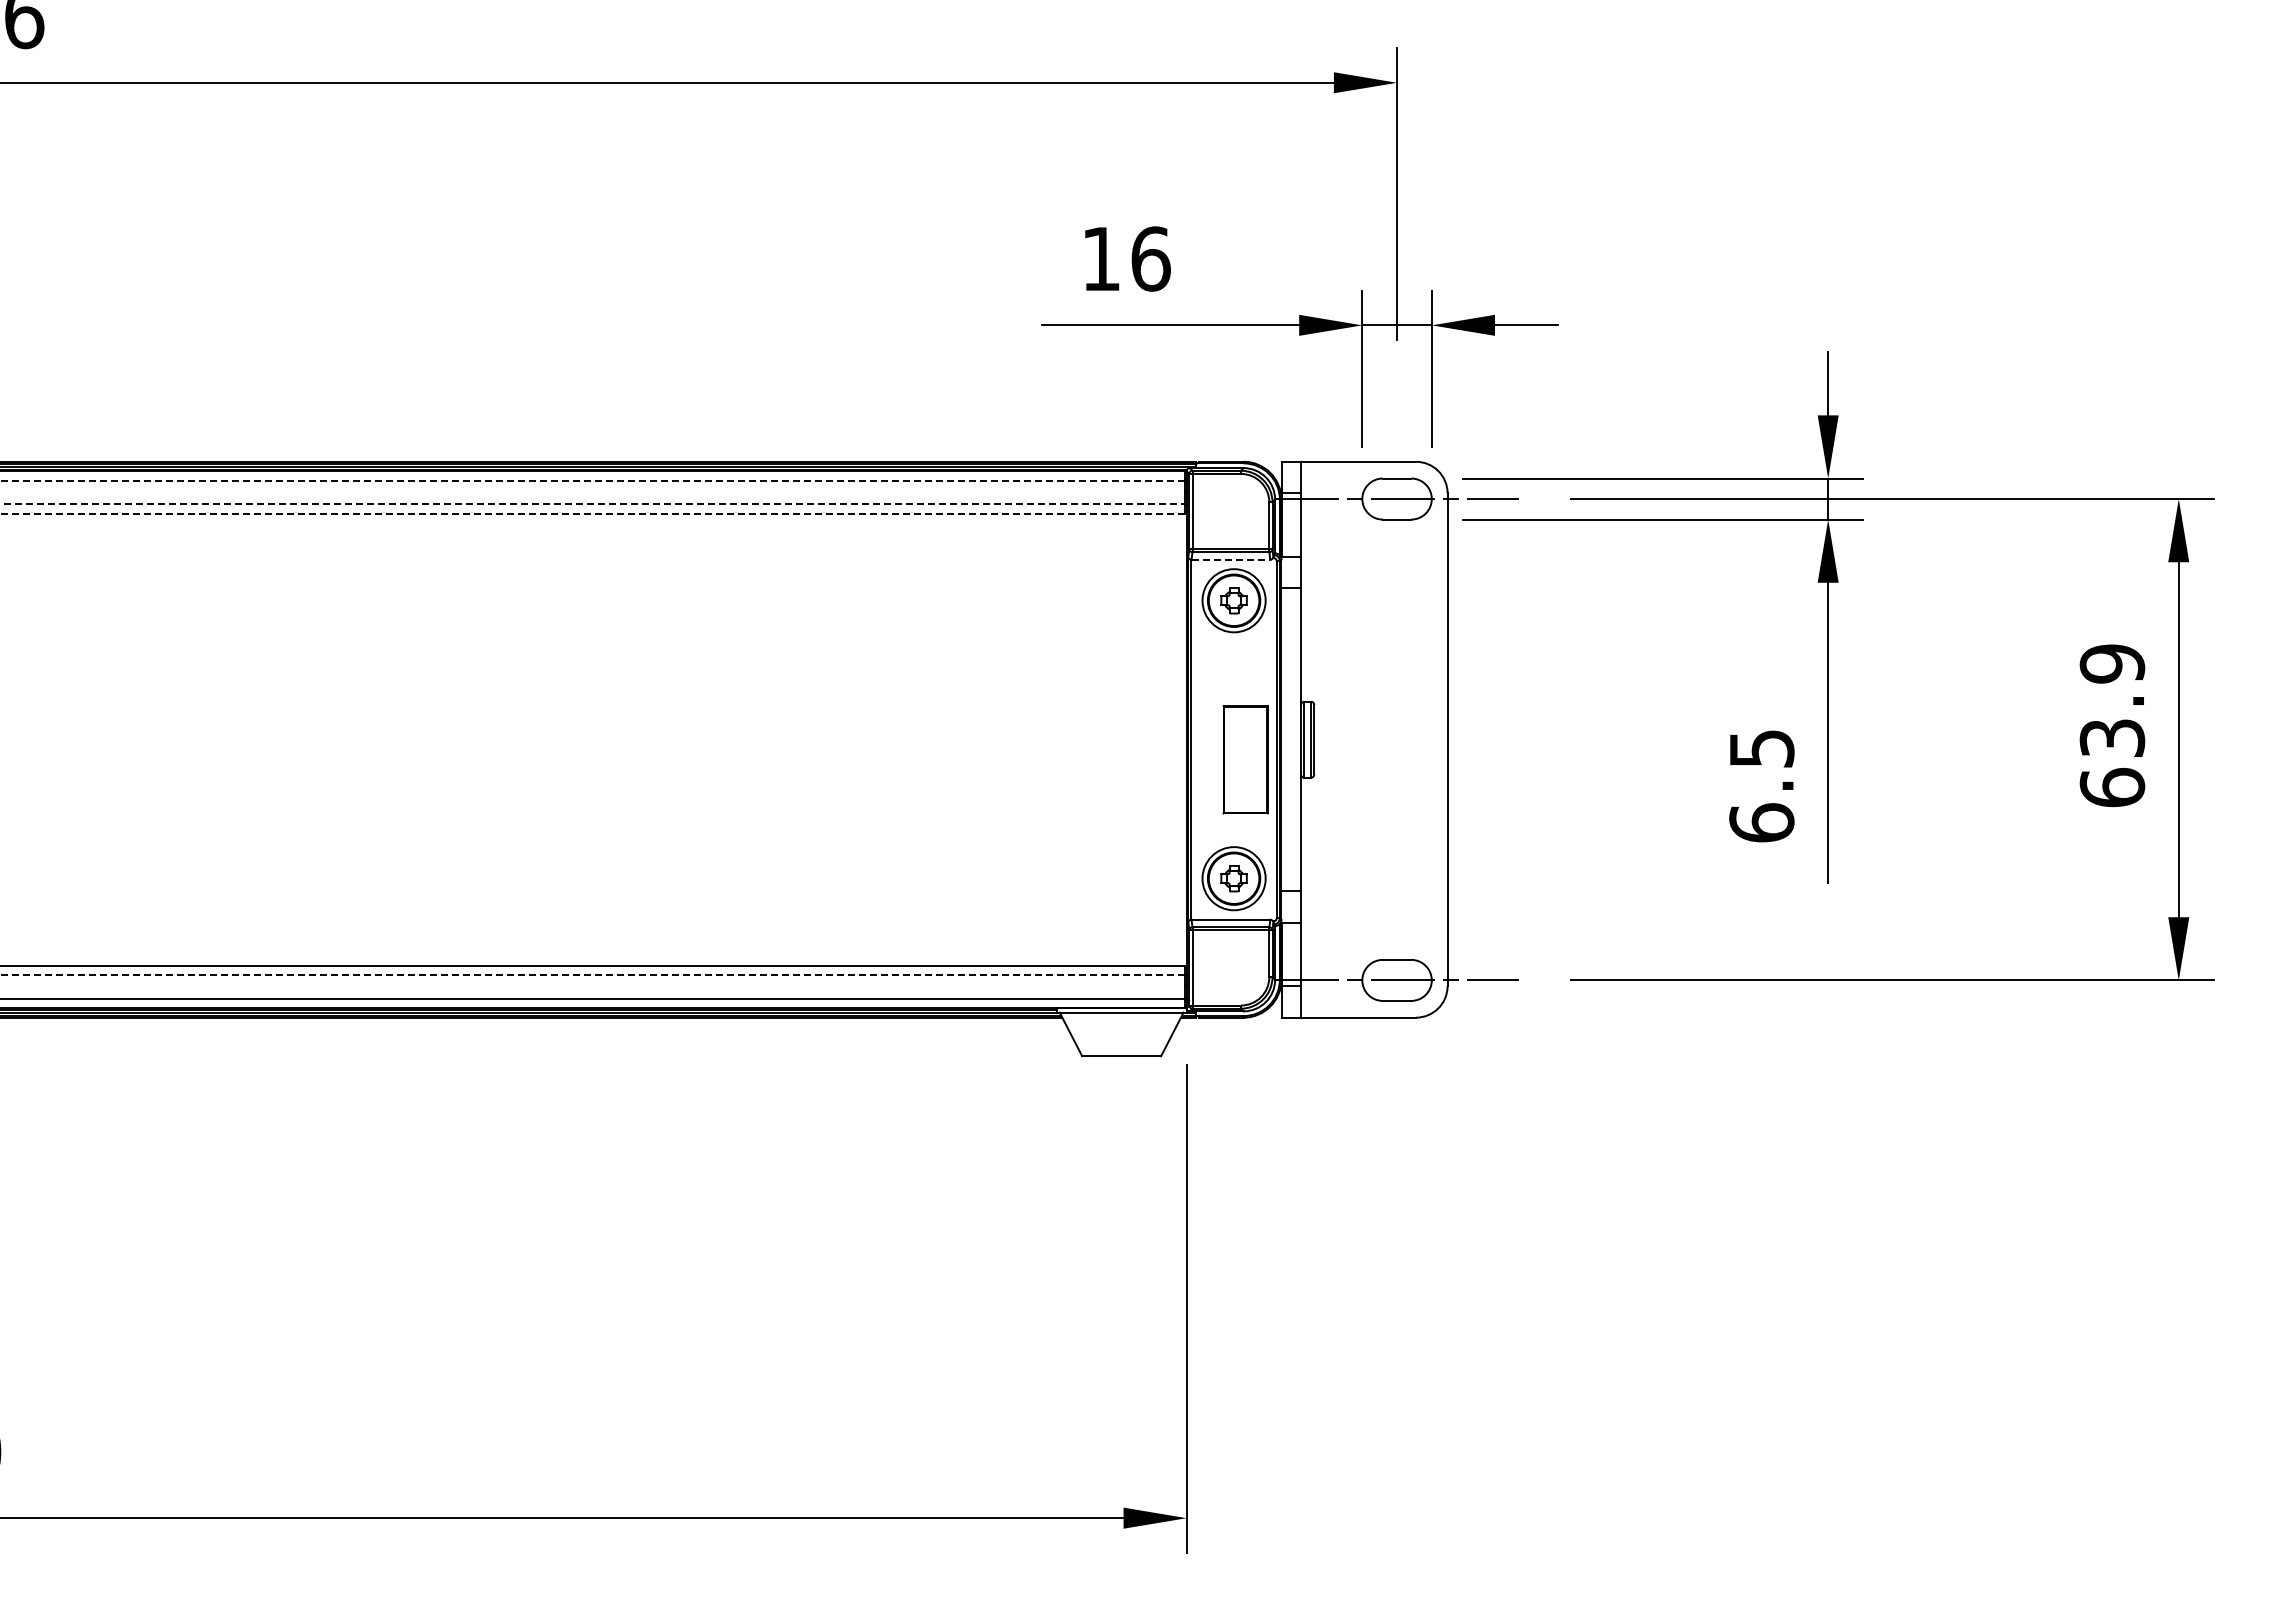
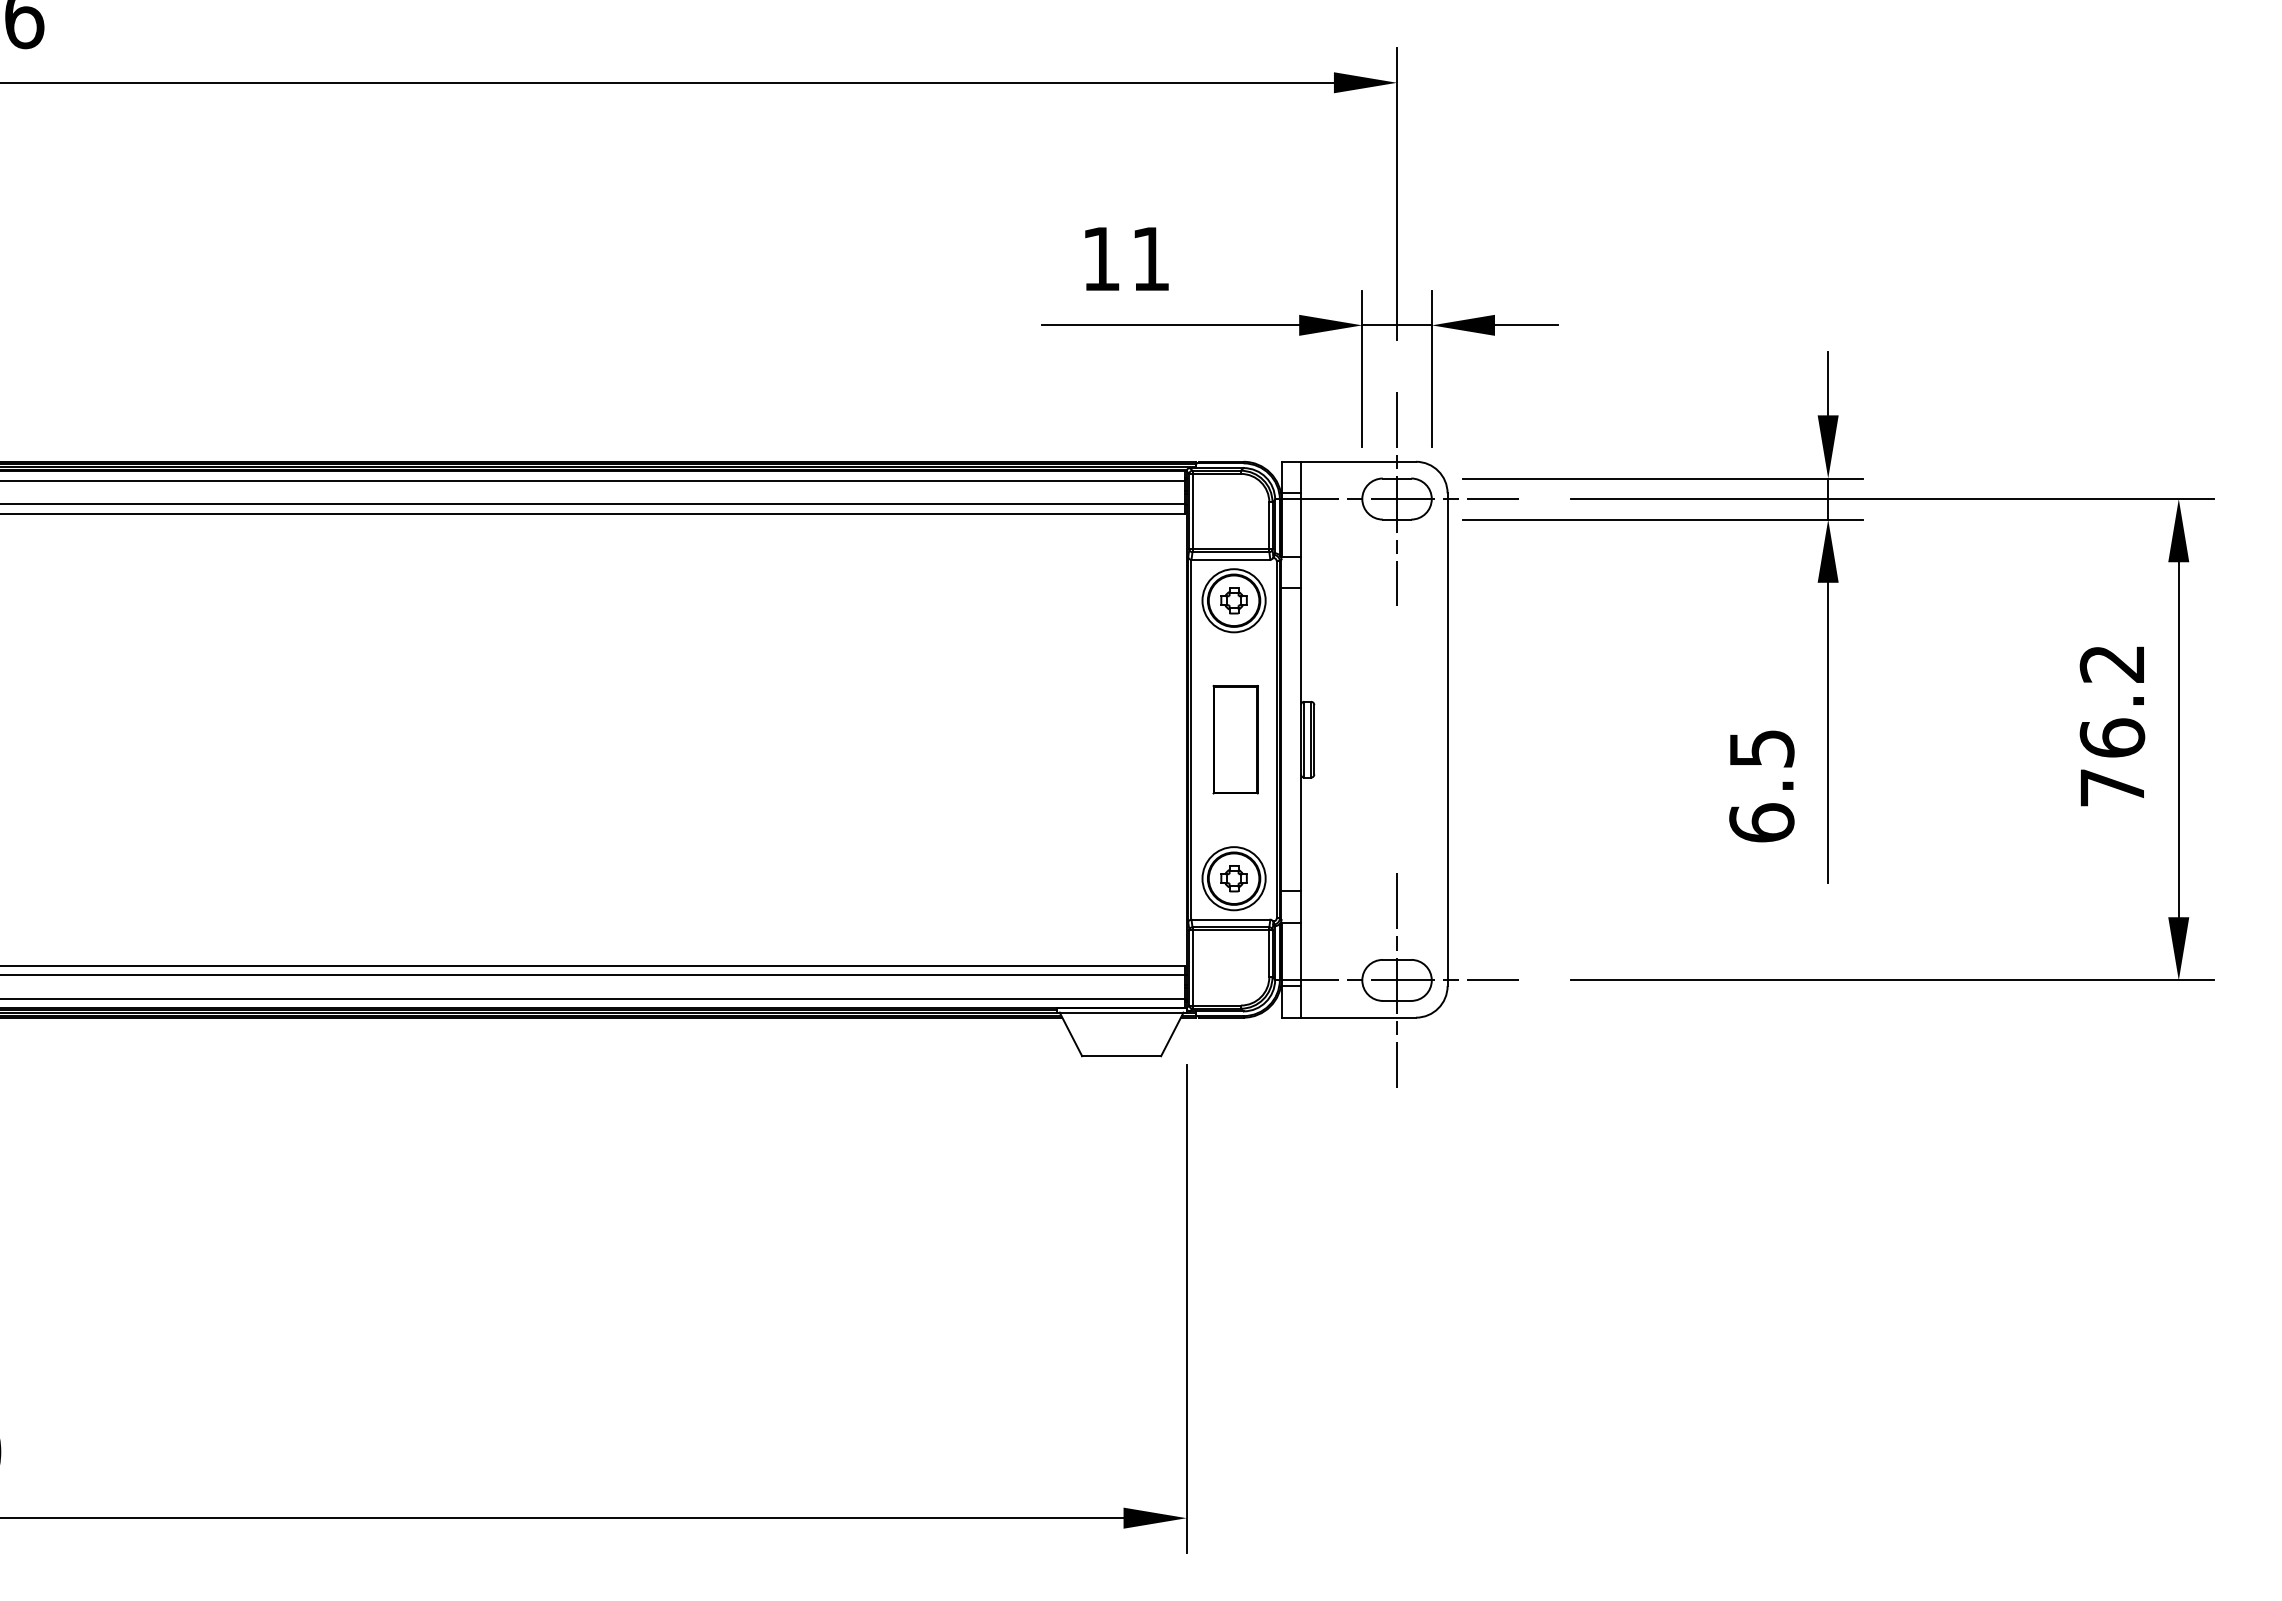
text at (1150, 258): 16 -> 11
line at (592, 480): dashed -> solid
line at (1397, 498): none -> present
line at (593, 504): dashed -> solid
line at (592, 513): dashed -> solid
line at (1231, 559): dashed -> solid
text at (2112, 725): 63.9 -> 76.2
part at (1245, 759) position: (1245, 759) -> (1235, 739)
line at (592, 975): dashed -> solid
line at (1397, 980): none -> present
